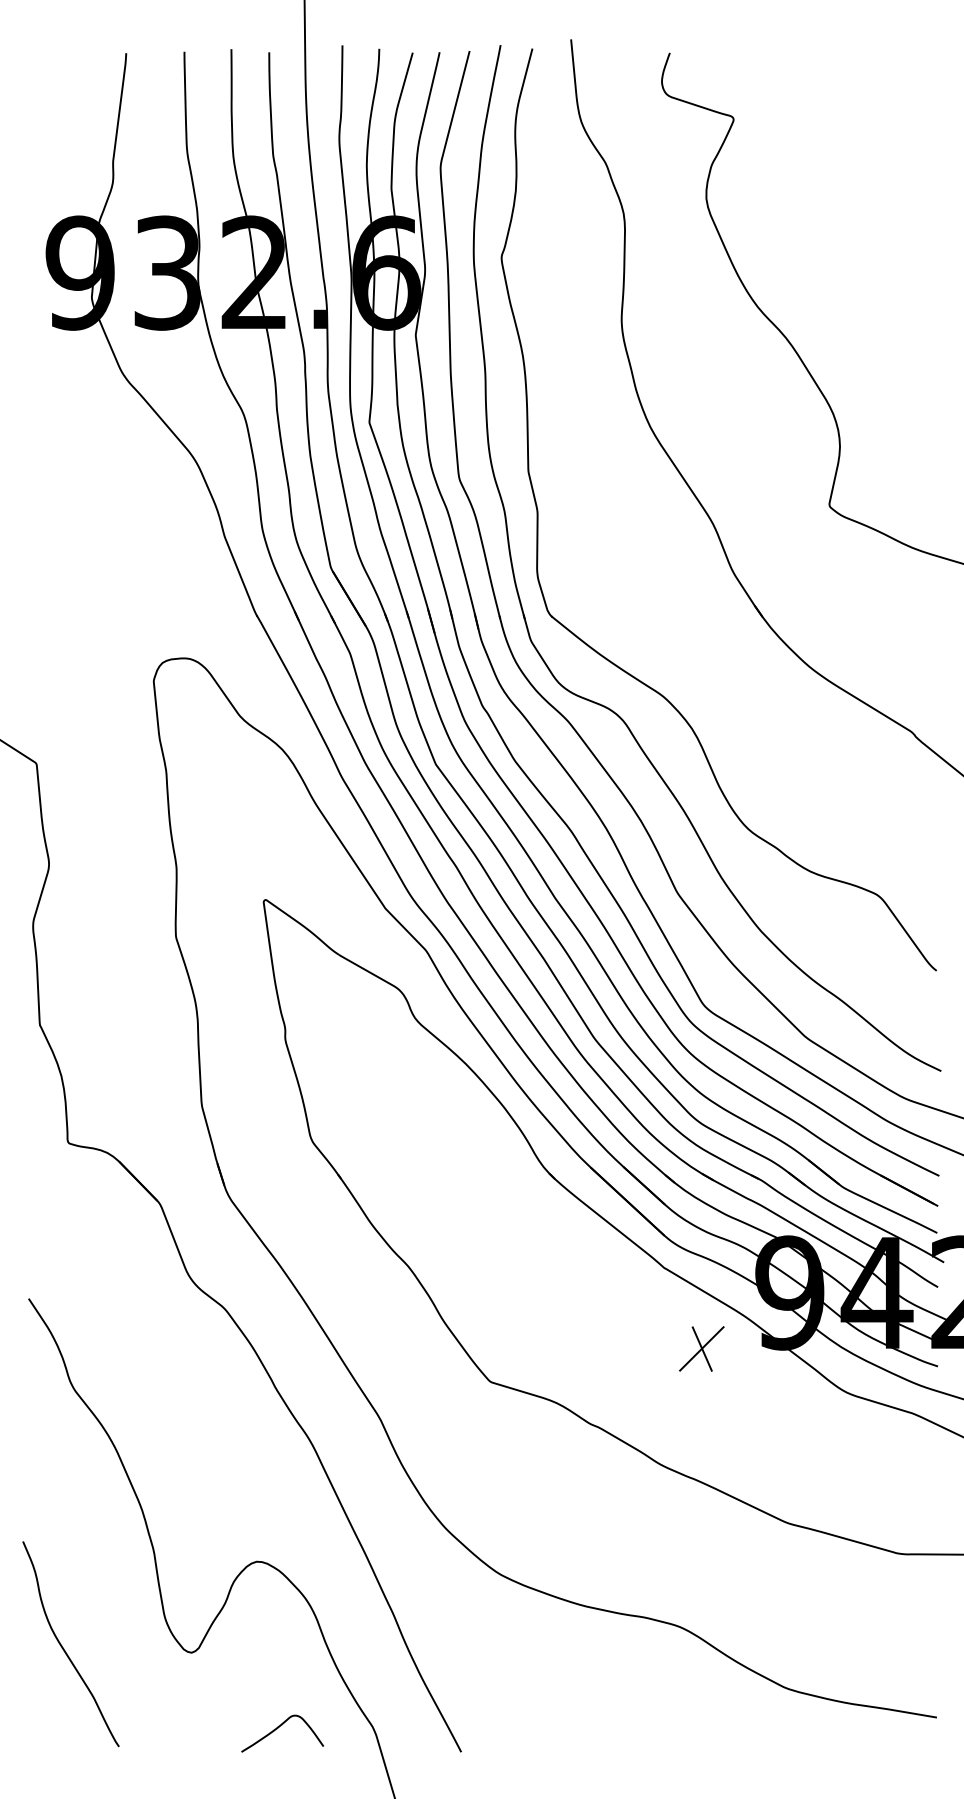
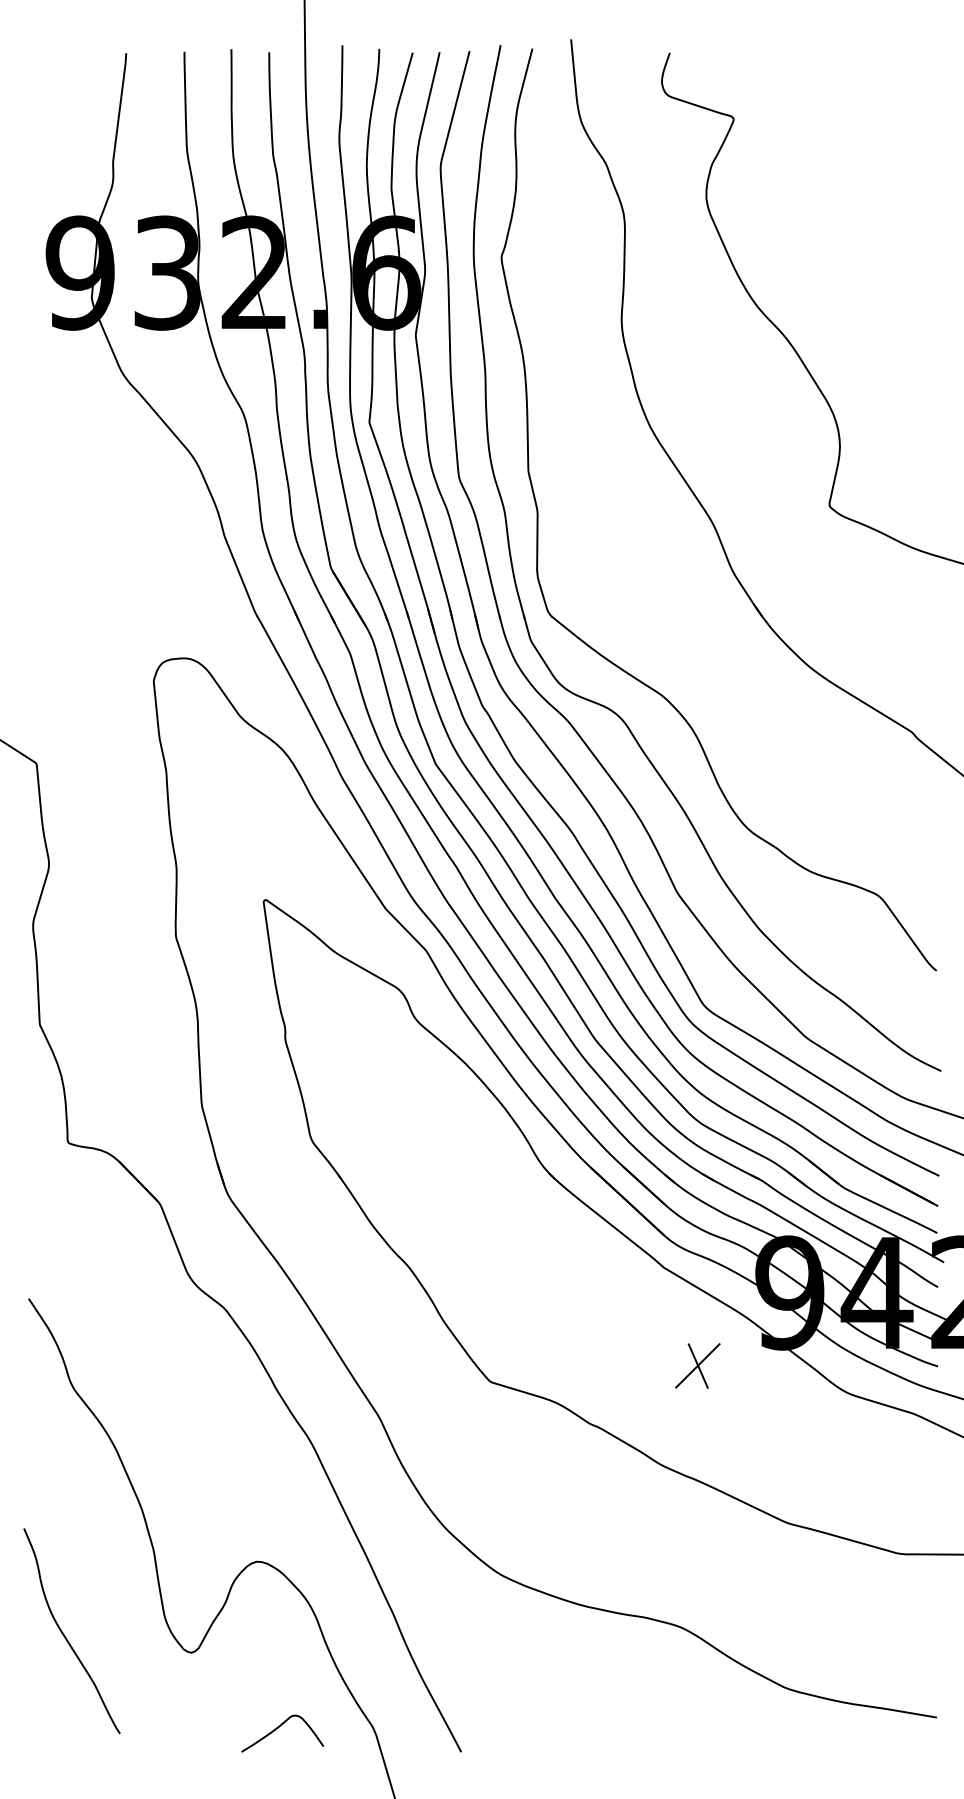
part at (701, 1348) position: (701, 1348) -> (697, 1365)
curve at (64, 1648) position: (64, 1648) -> (65, 1635)
